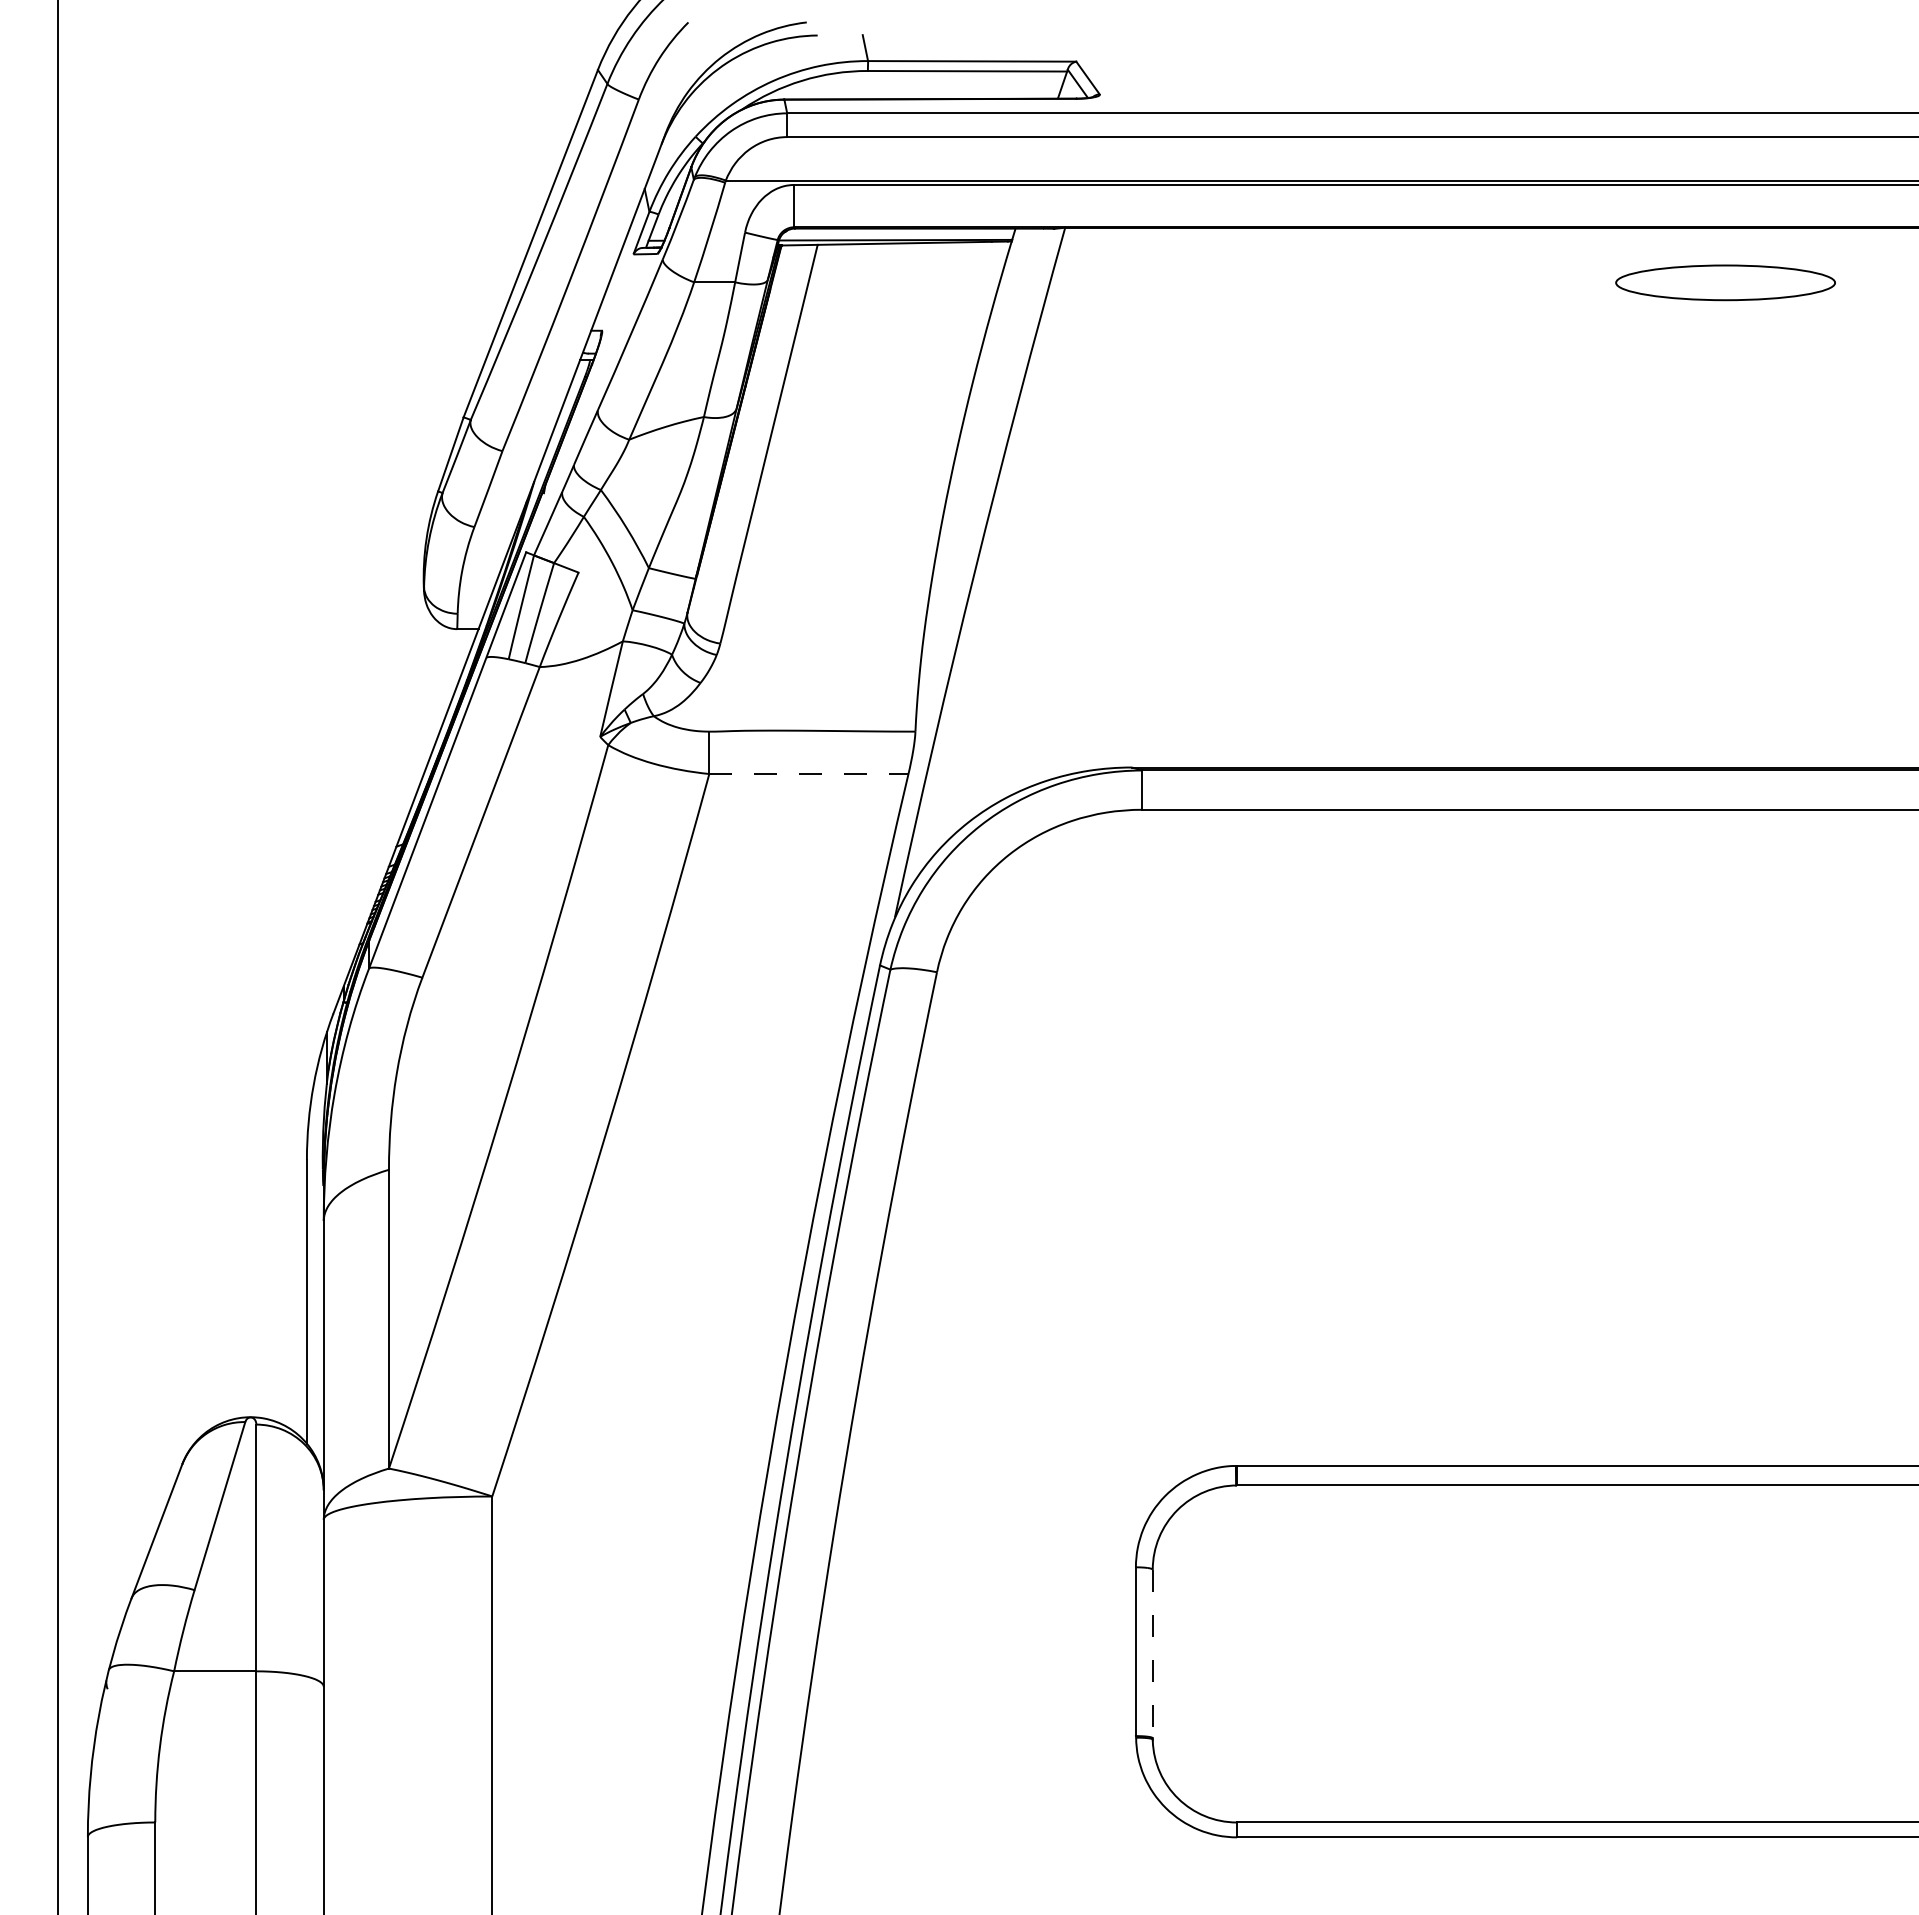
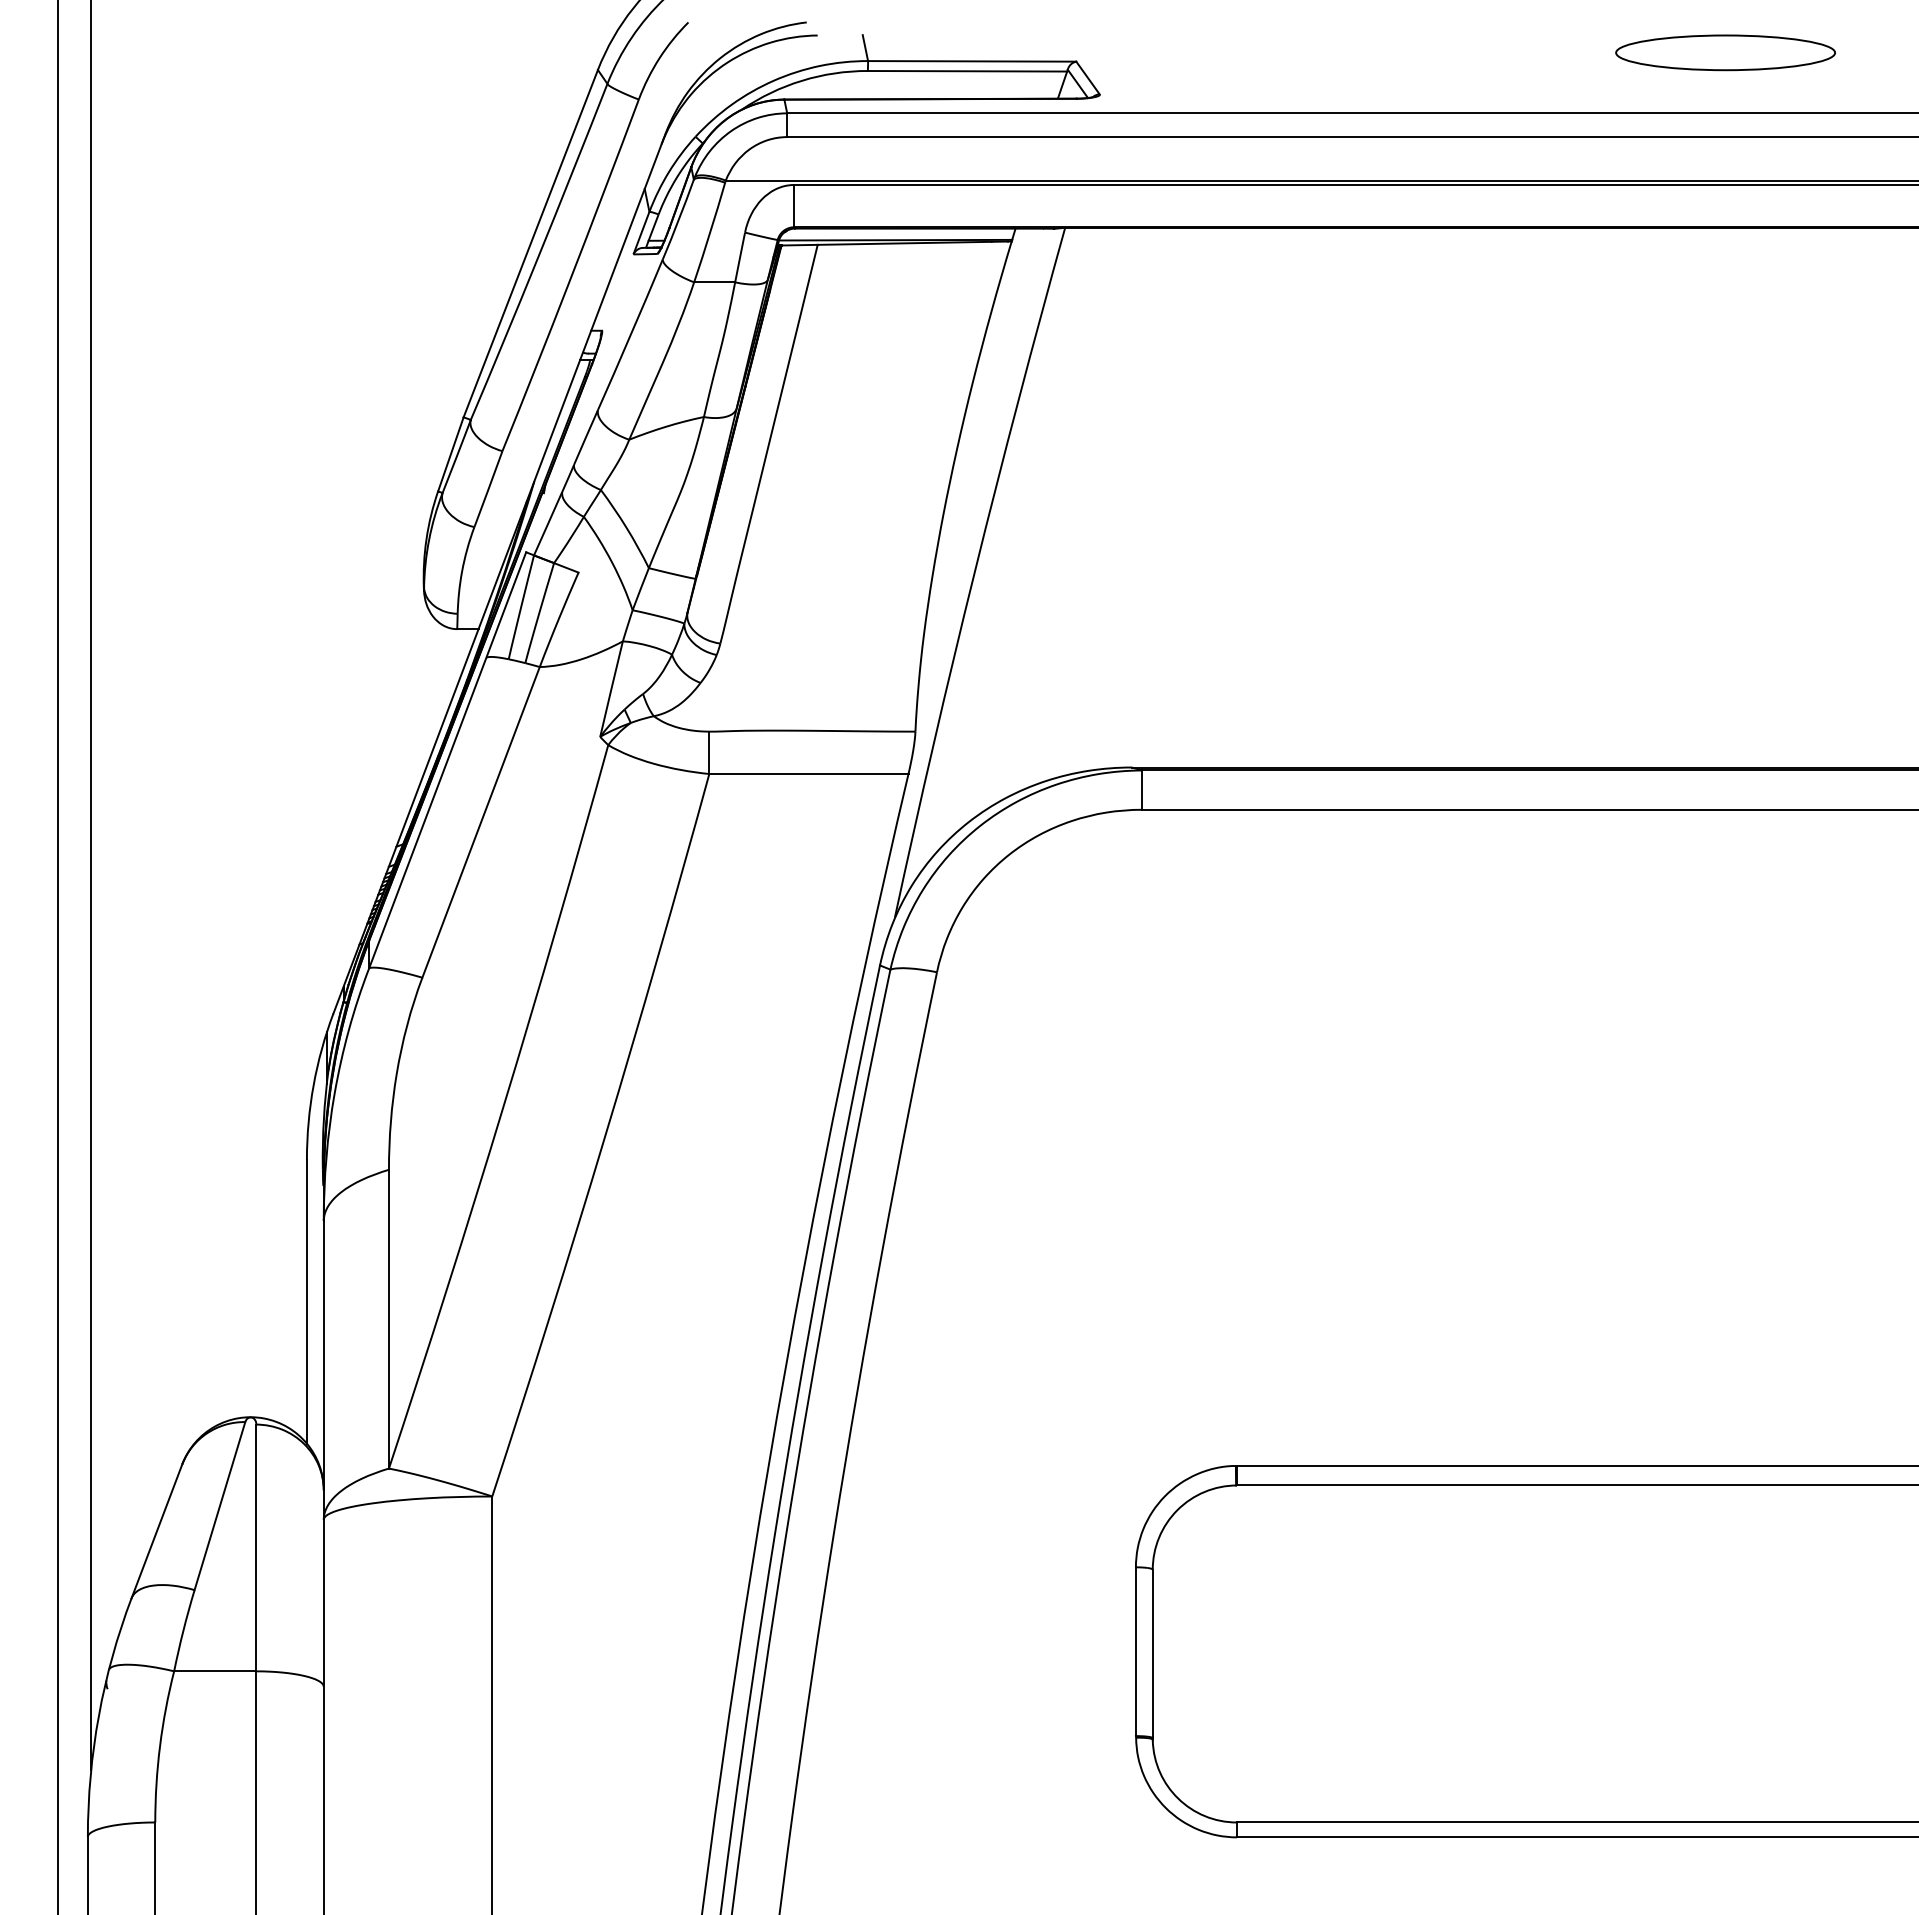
part at (1725, 282) position: (1725, 282) -> (1725, 52)
line at (808, 774): dashed -> solid
line at (91, 885): none -> present
line at (1152, 1654): dashed -> solid
